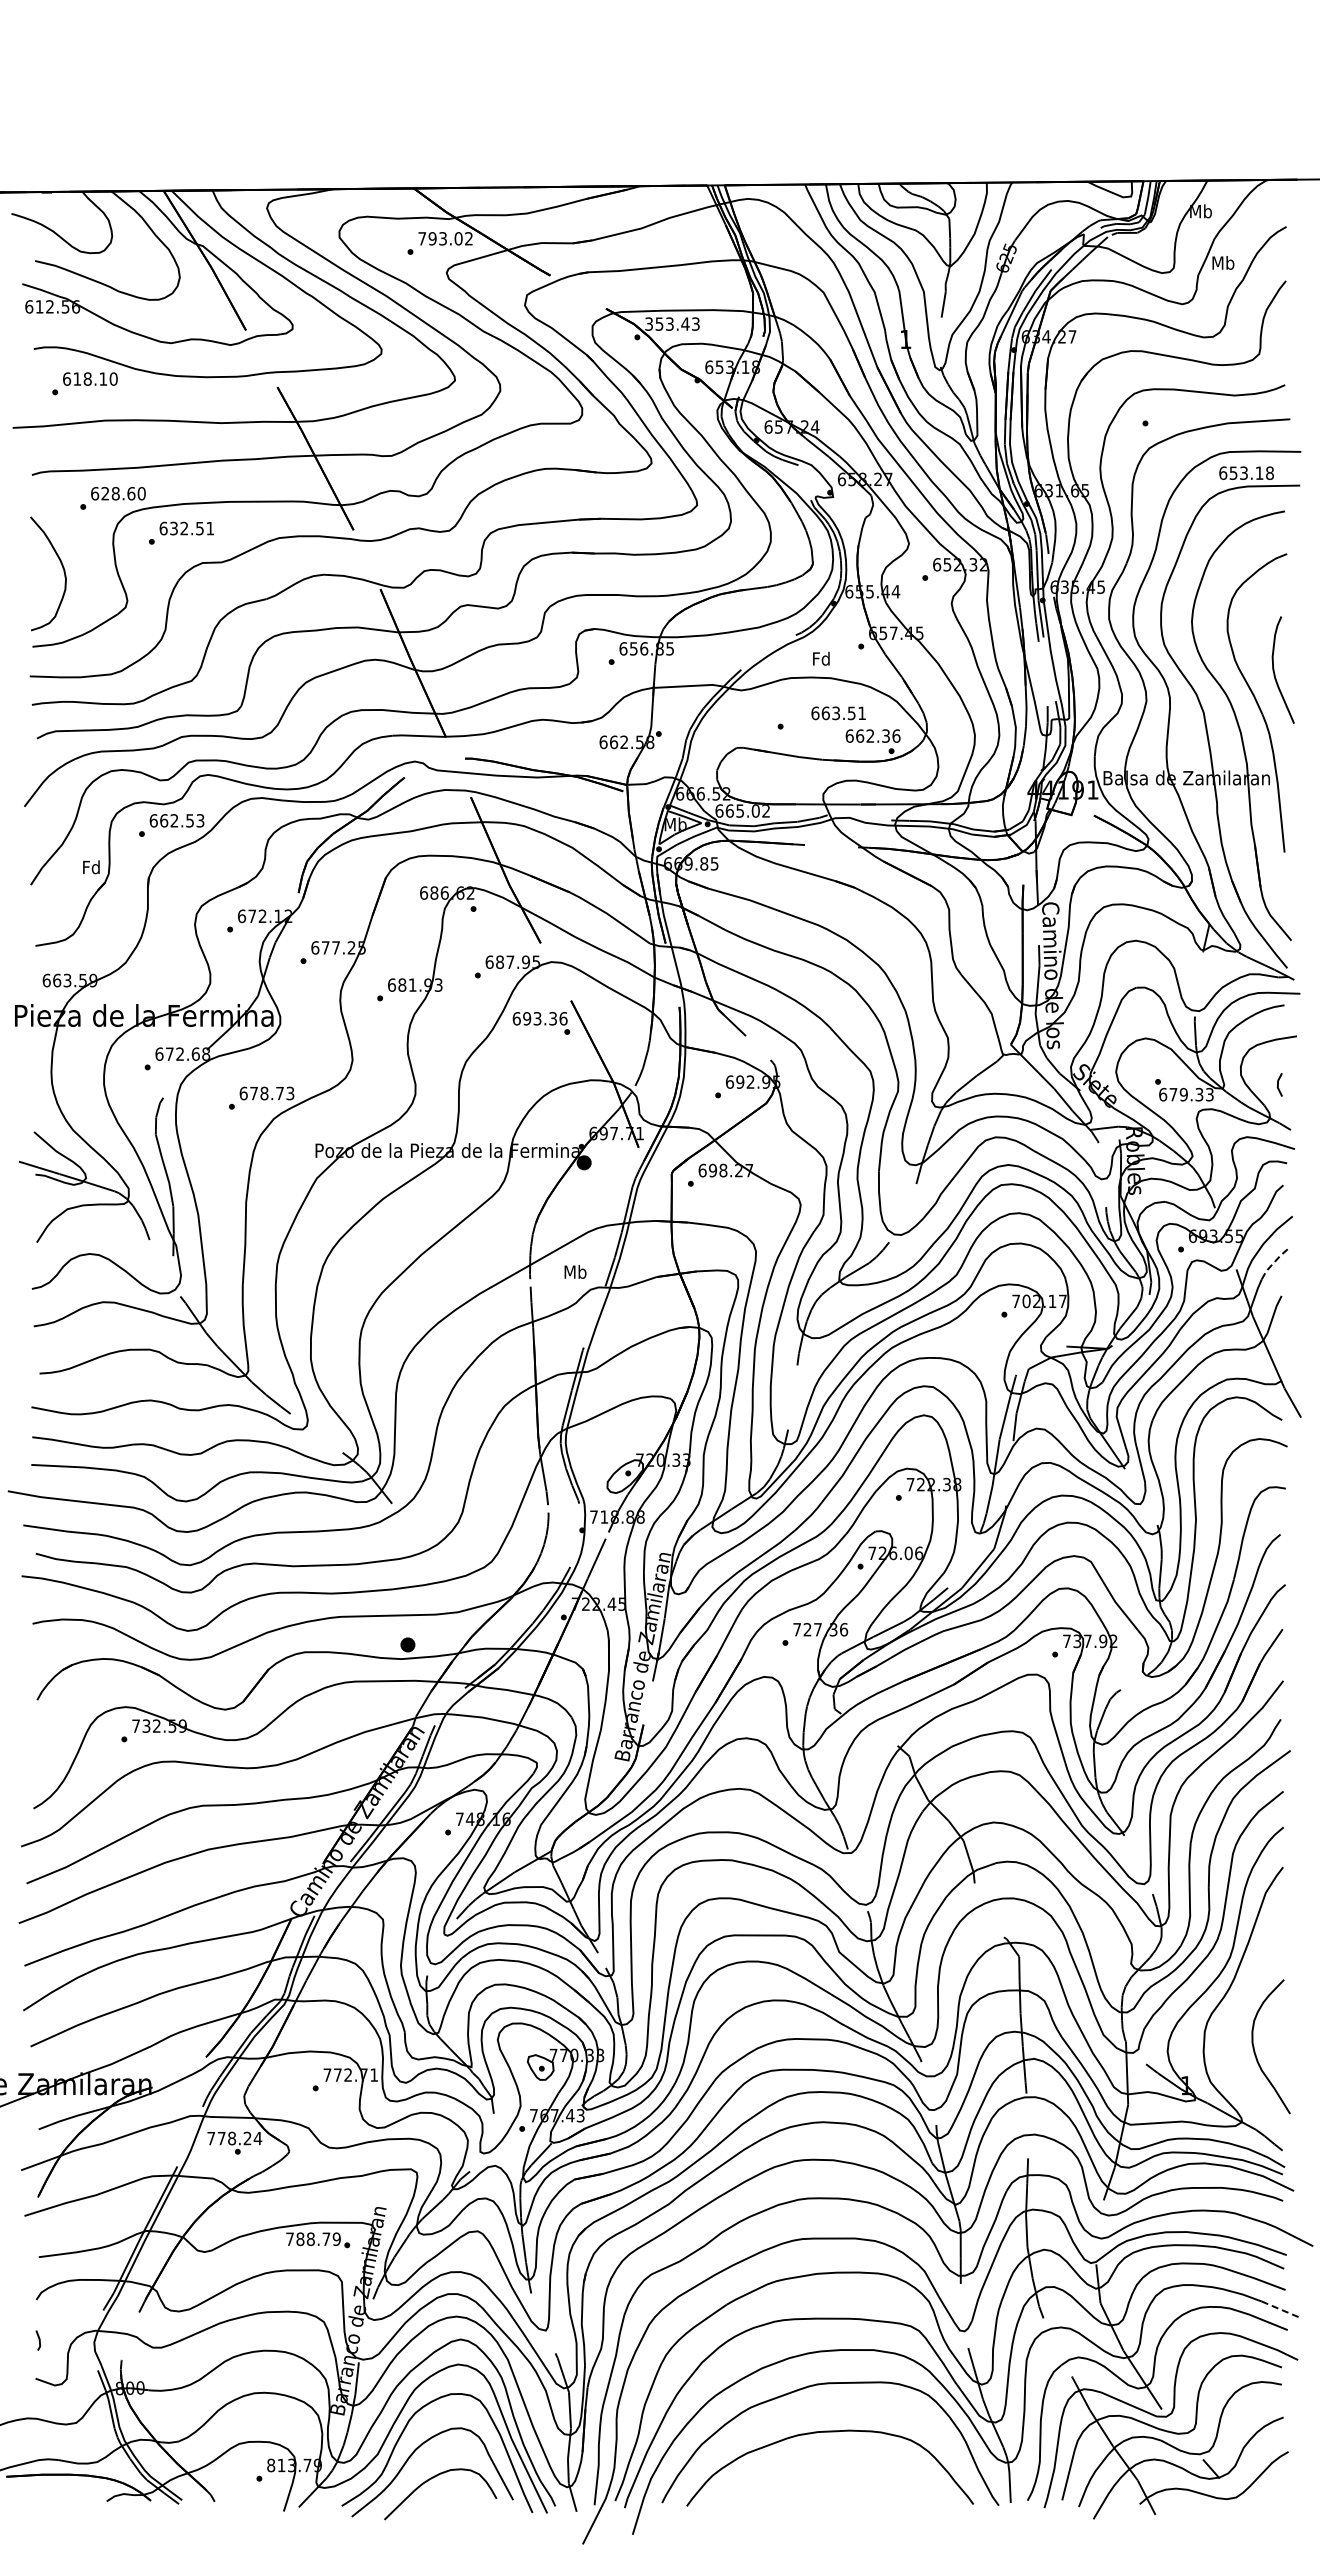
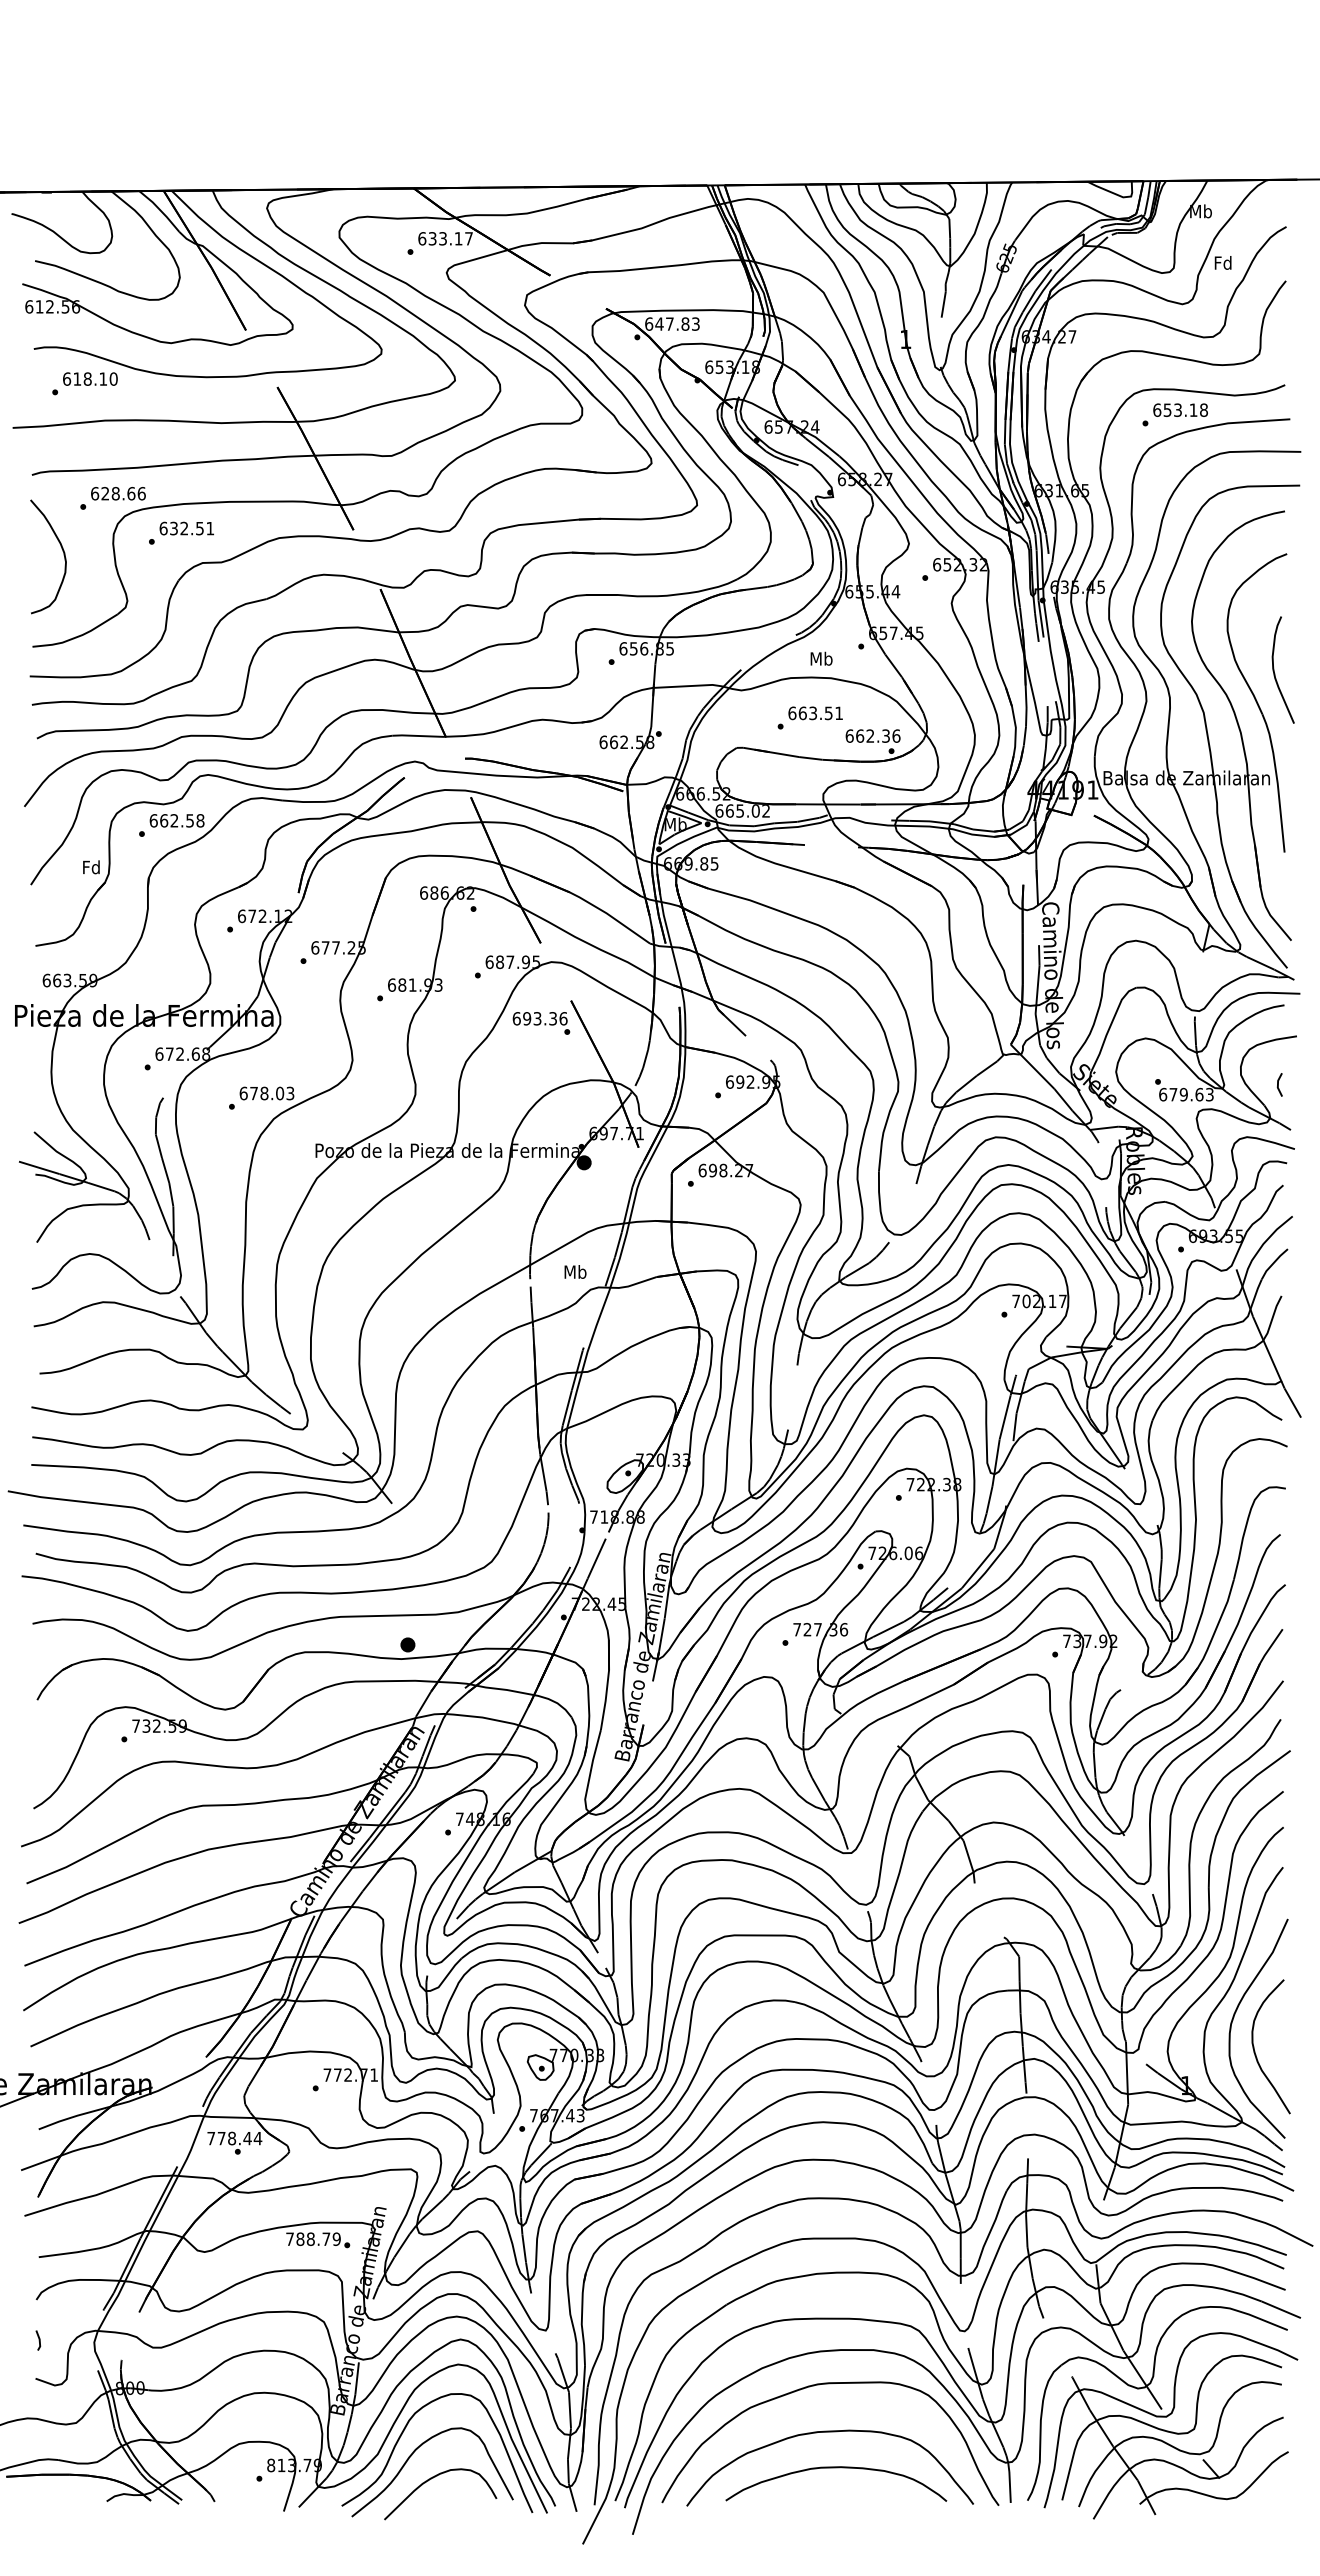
text at (445, 238): 793.02 -> 633.17
text at (1223, 262): Mb -> Fd
text at (667, 323): 353.43 -> 647.83
text at (1246, 472) position: (1246, 472) -> (1180, 409)
text at (141, 493): 628.60 -> 628.66
curve at (62, 568) position: (62, 568) -> (62, 551)
text at (821, 658): Fd -> Mb
text at (838, 713) position: (838, 713) -> (815, 713)
text at (200, 820): 662.53 -> 662.58
text at (280, 1093): 678.73 -> 678.03
text at (1199, 1094): 679.33 -> 679.63
line at (1273, 1263): dashed -> solid
curve at (1233, 2020): none -> present
text at (247, 2138): 778.24 -> 778.44
line at (1281, 2309): dashed -> solid
curve at (836, 2468): none -> present
